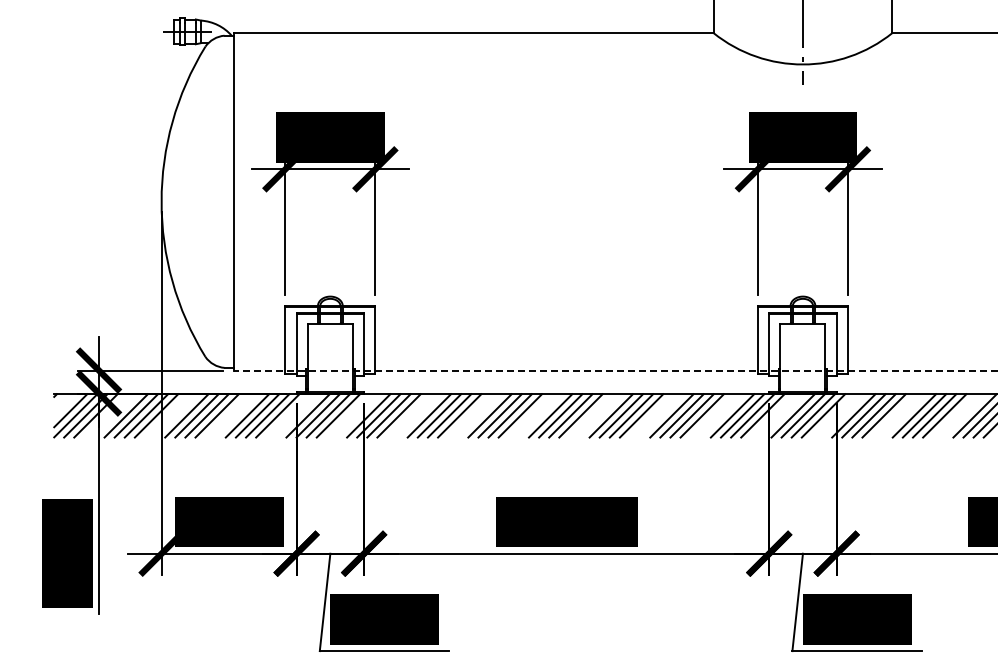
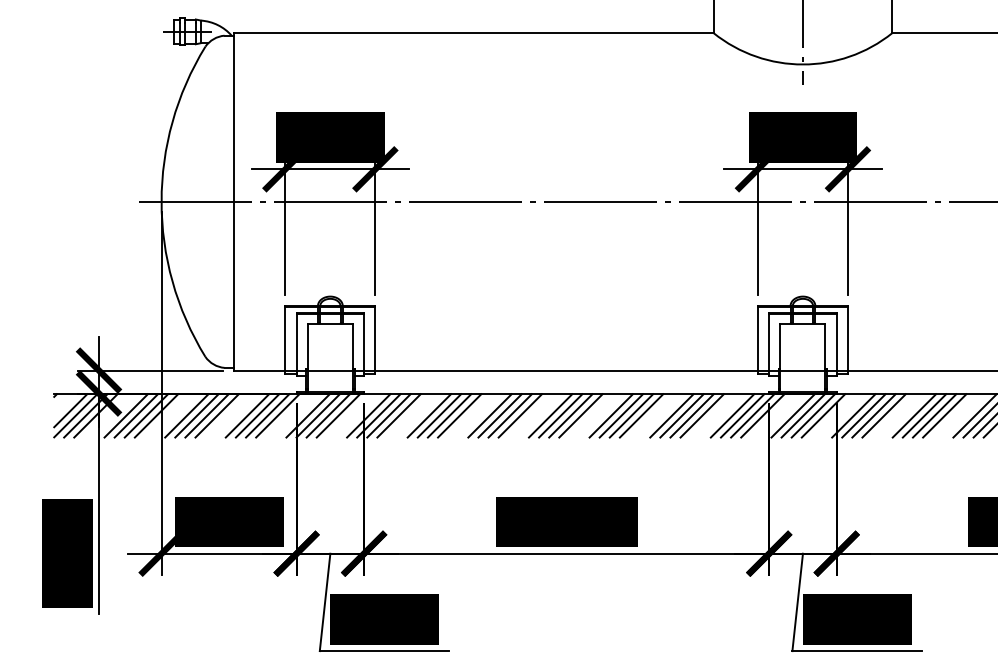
line at (566, 201): none -> present
line at (615, 370): dashed -> solid
